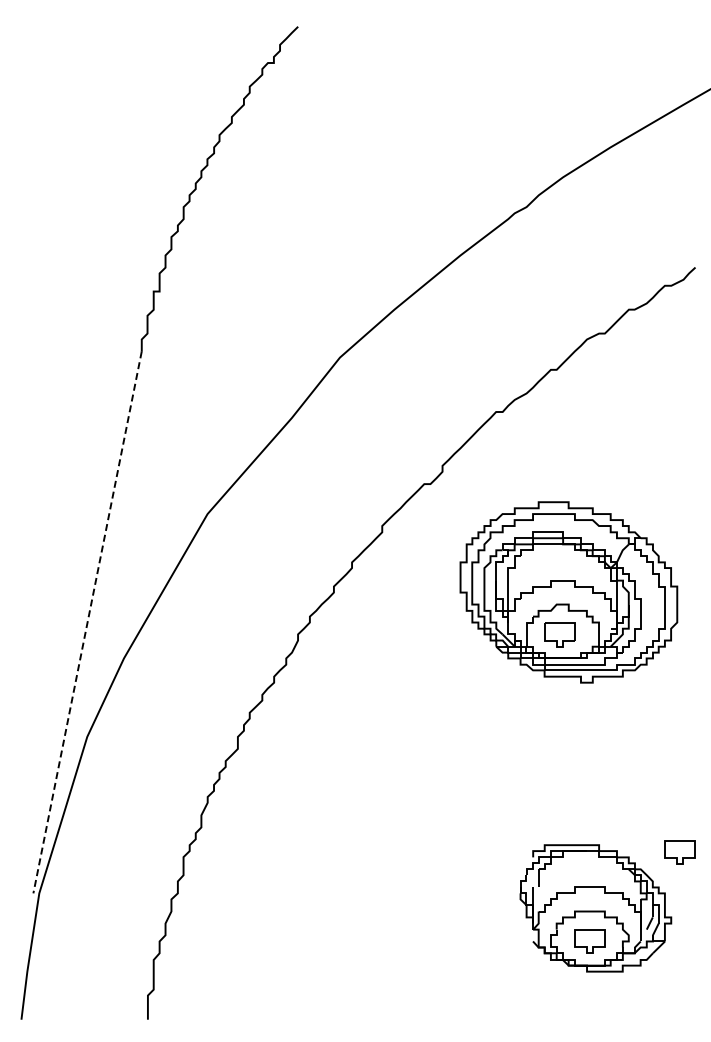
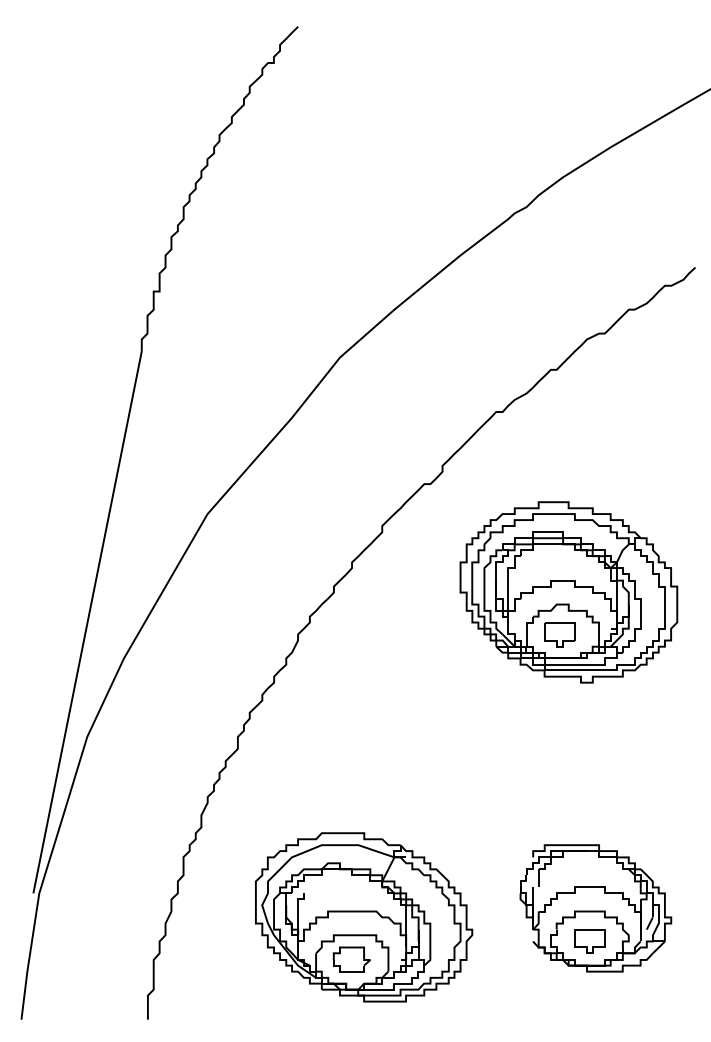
line at (87, 622): dashed -> solid
part at (679, 852): present -> none
part at (364, 917): none -> present
